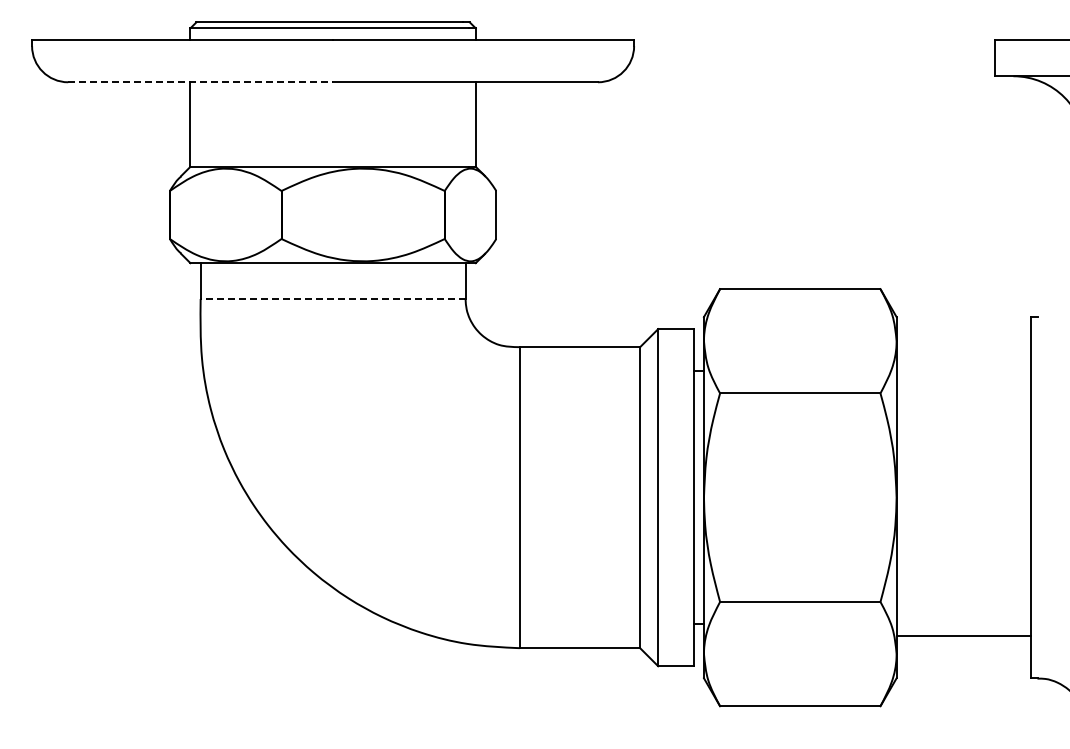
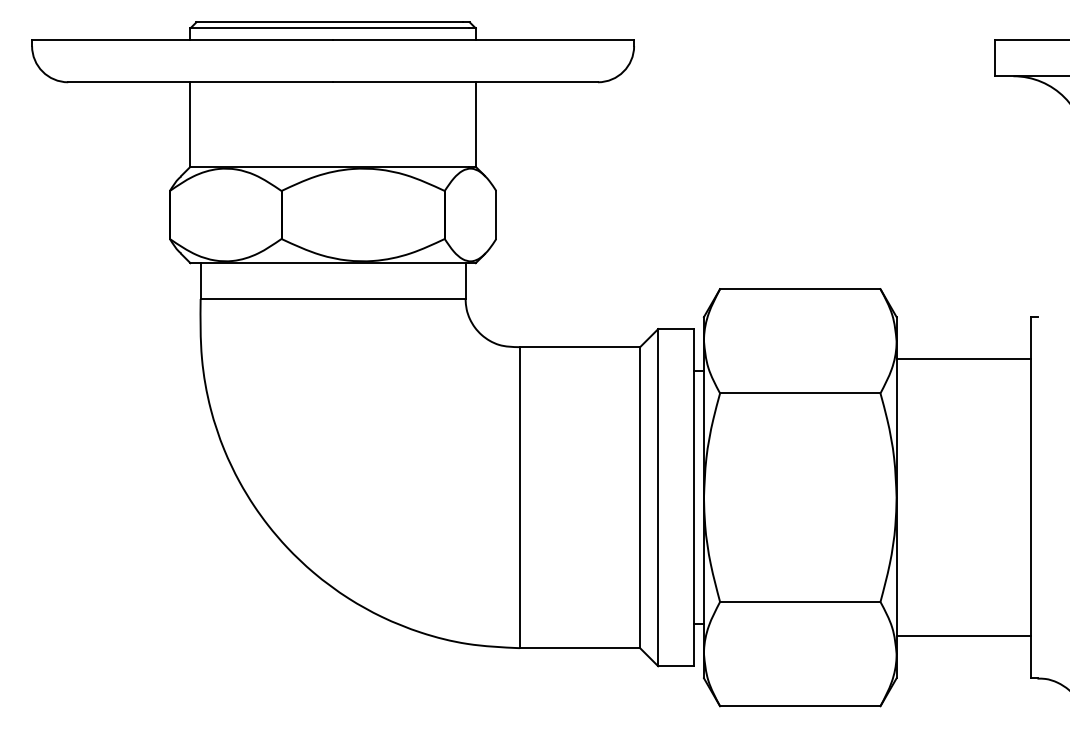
line at (201, 82): dashed -> solid
line at (332, 299): dashed -> solid
line at (963, 359): none -> present
